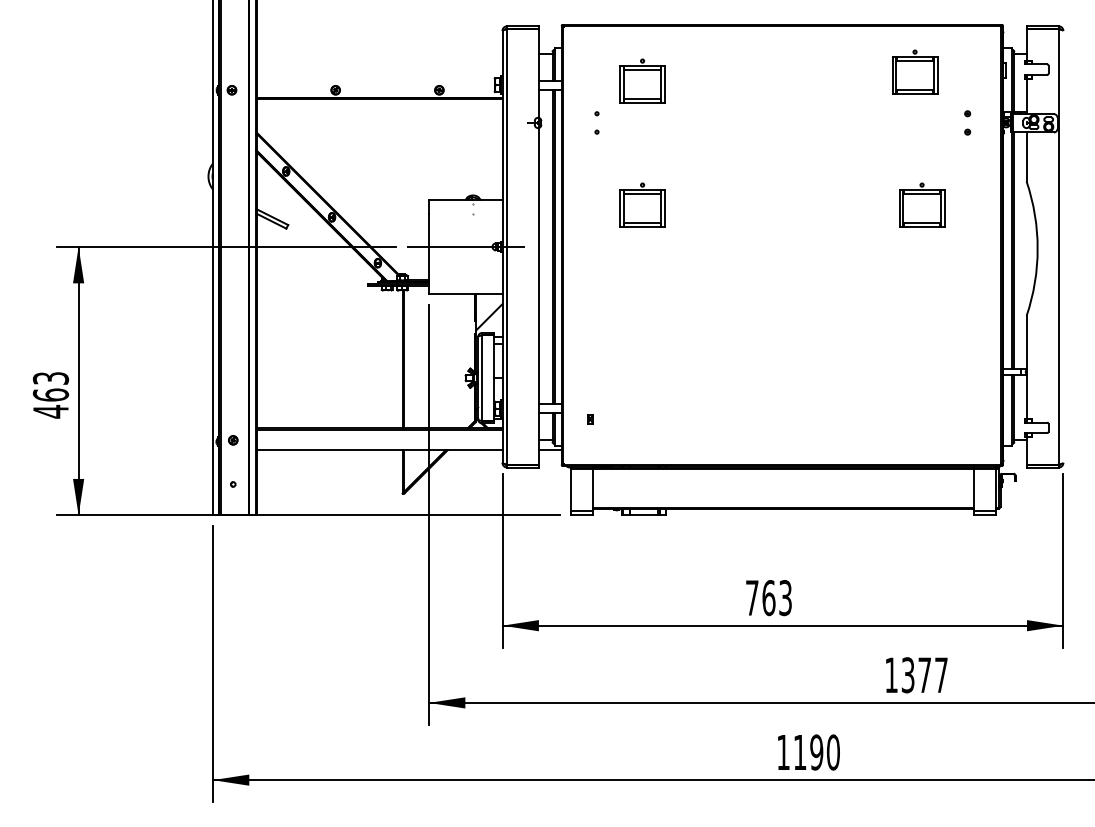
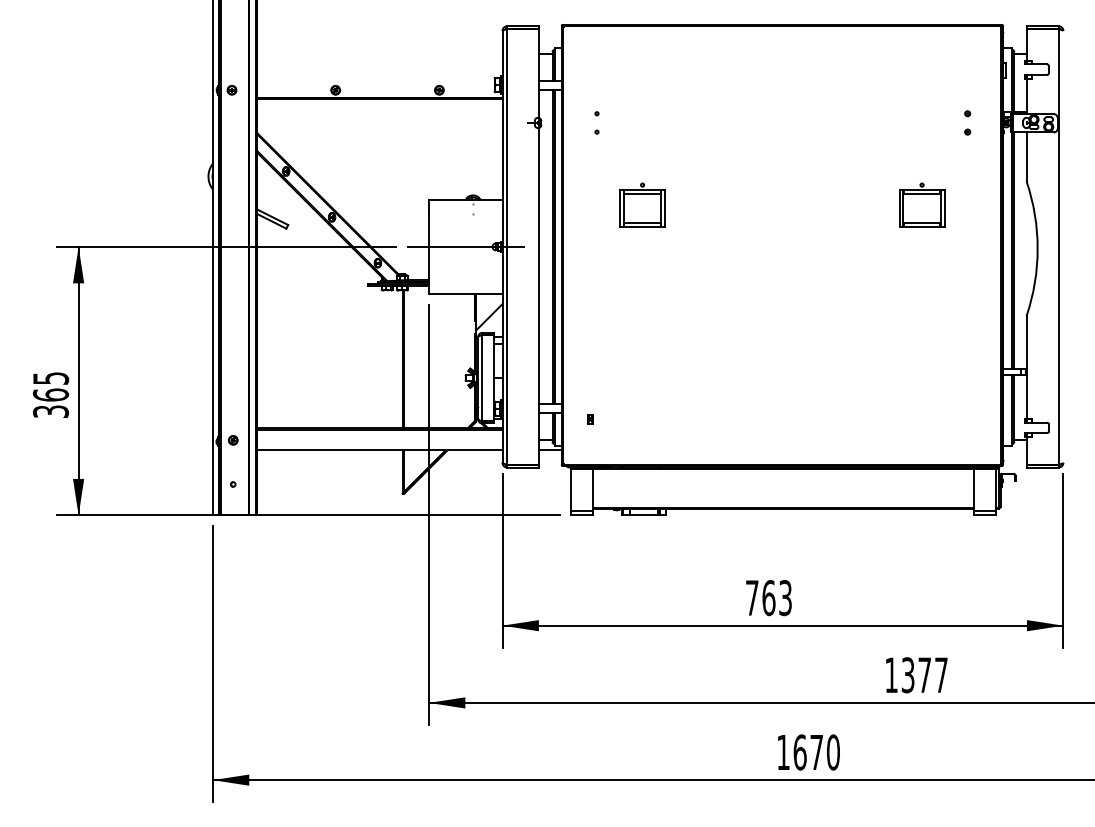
part at (915, 71): present -> none
part at (642, 80): present -> none
text at (50, 395): 463 -> 365
text at (808, 752): 1190 -> 1670
